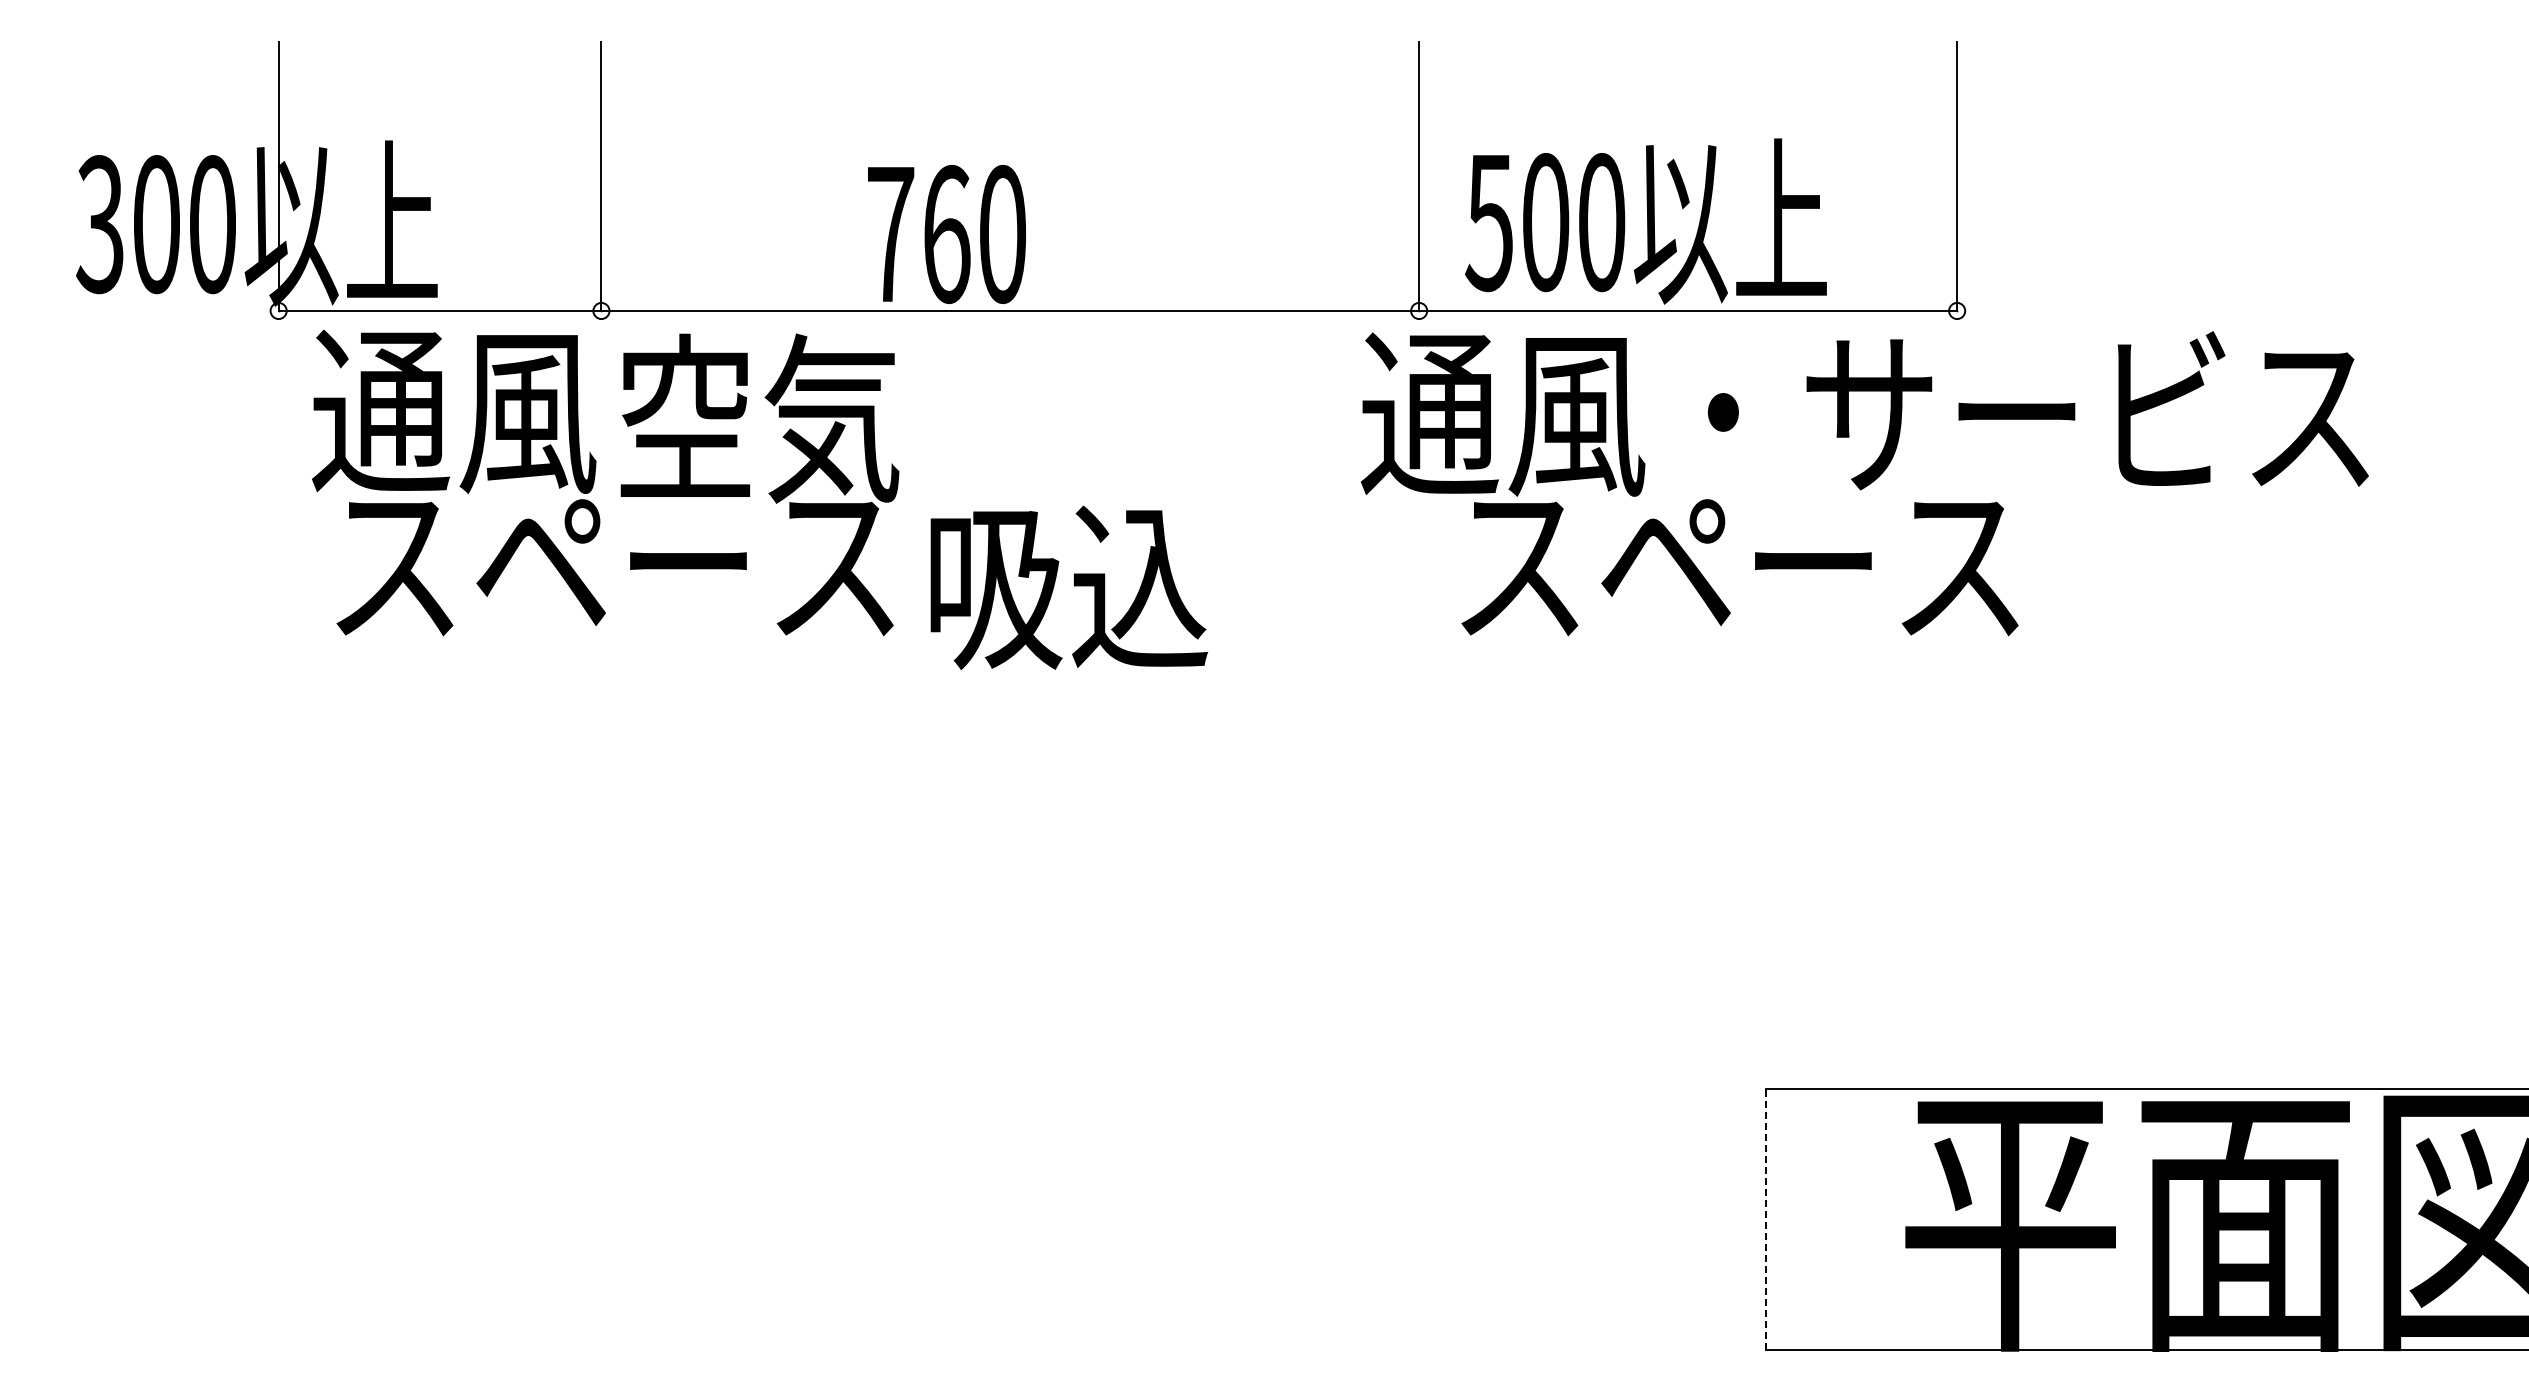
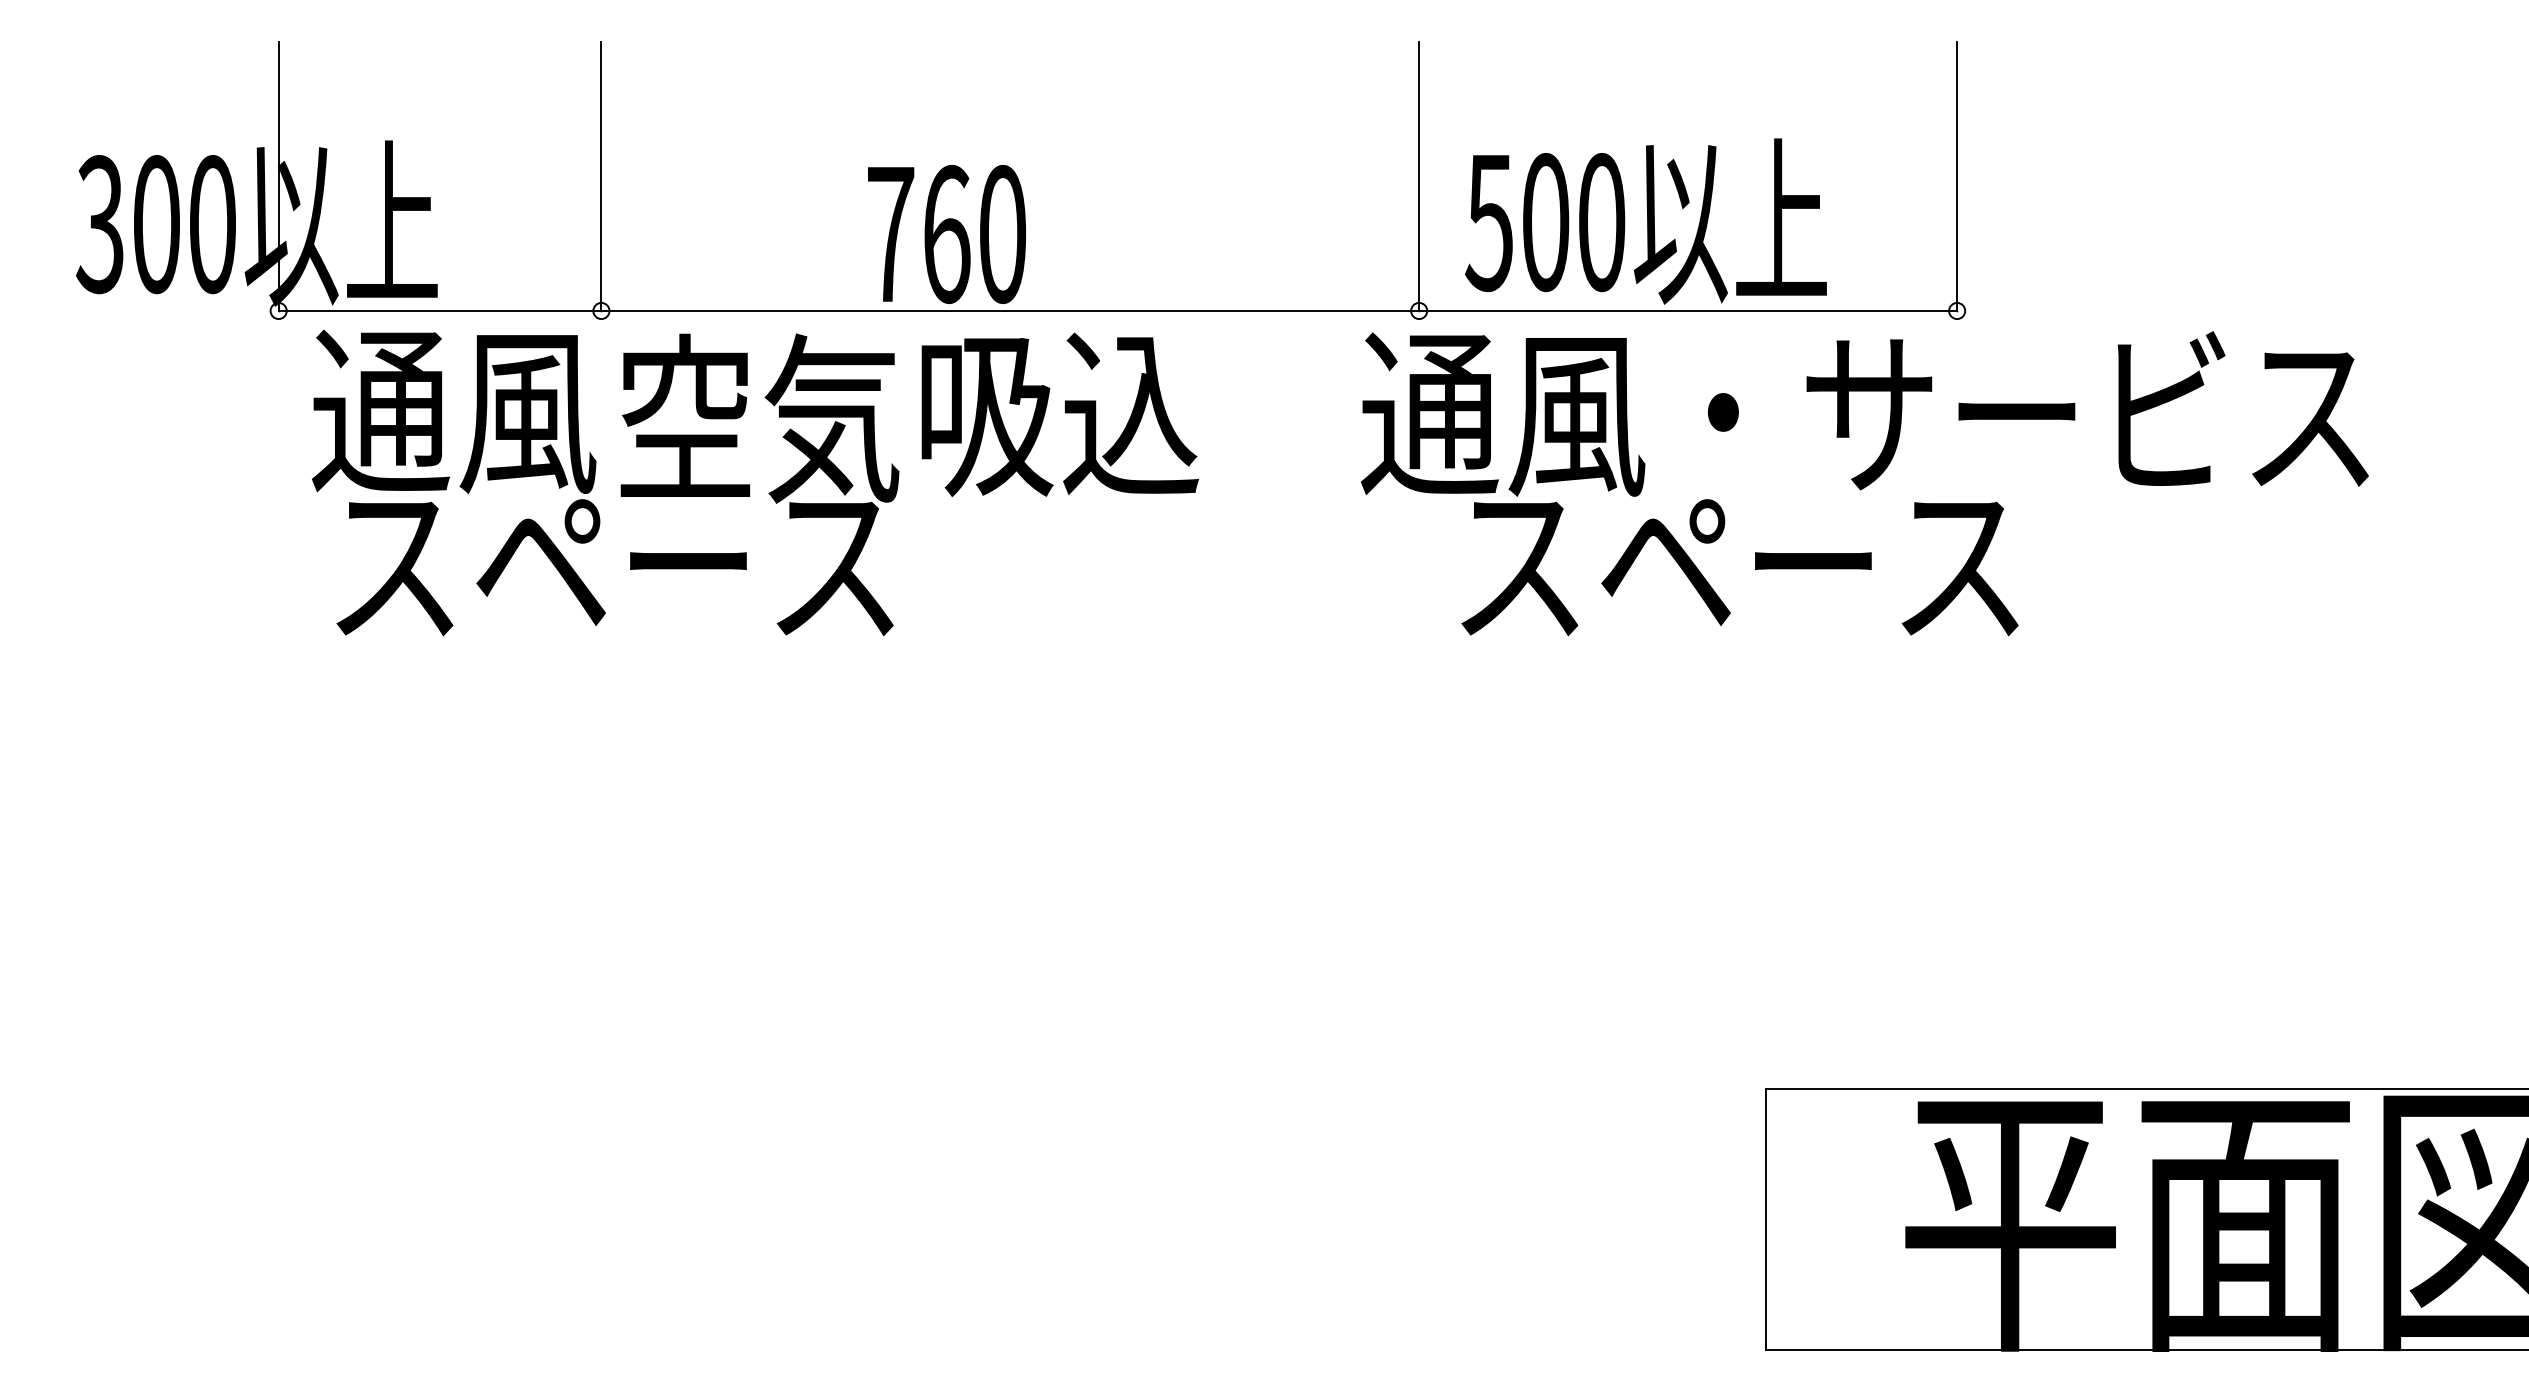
text at (1068, 587) position: (1068, 587) -> (1059, 414)
line at (1765, 1219): dashed -> solid
